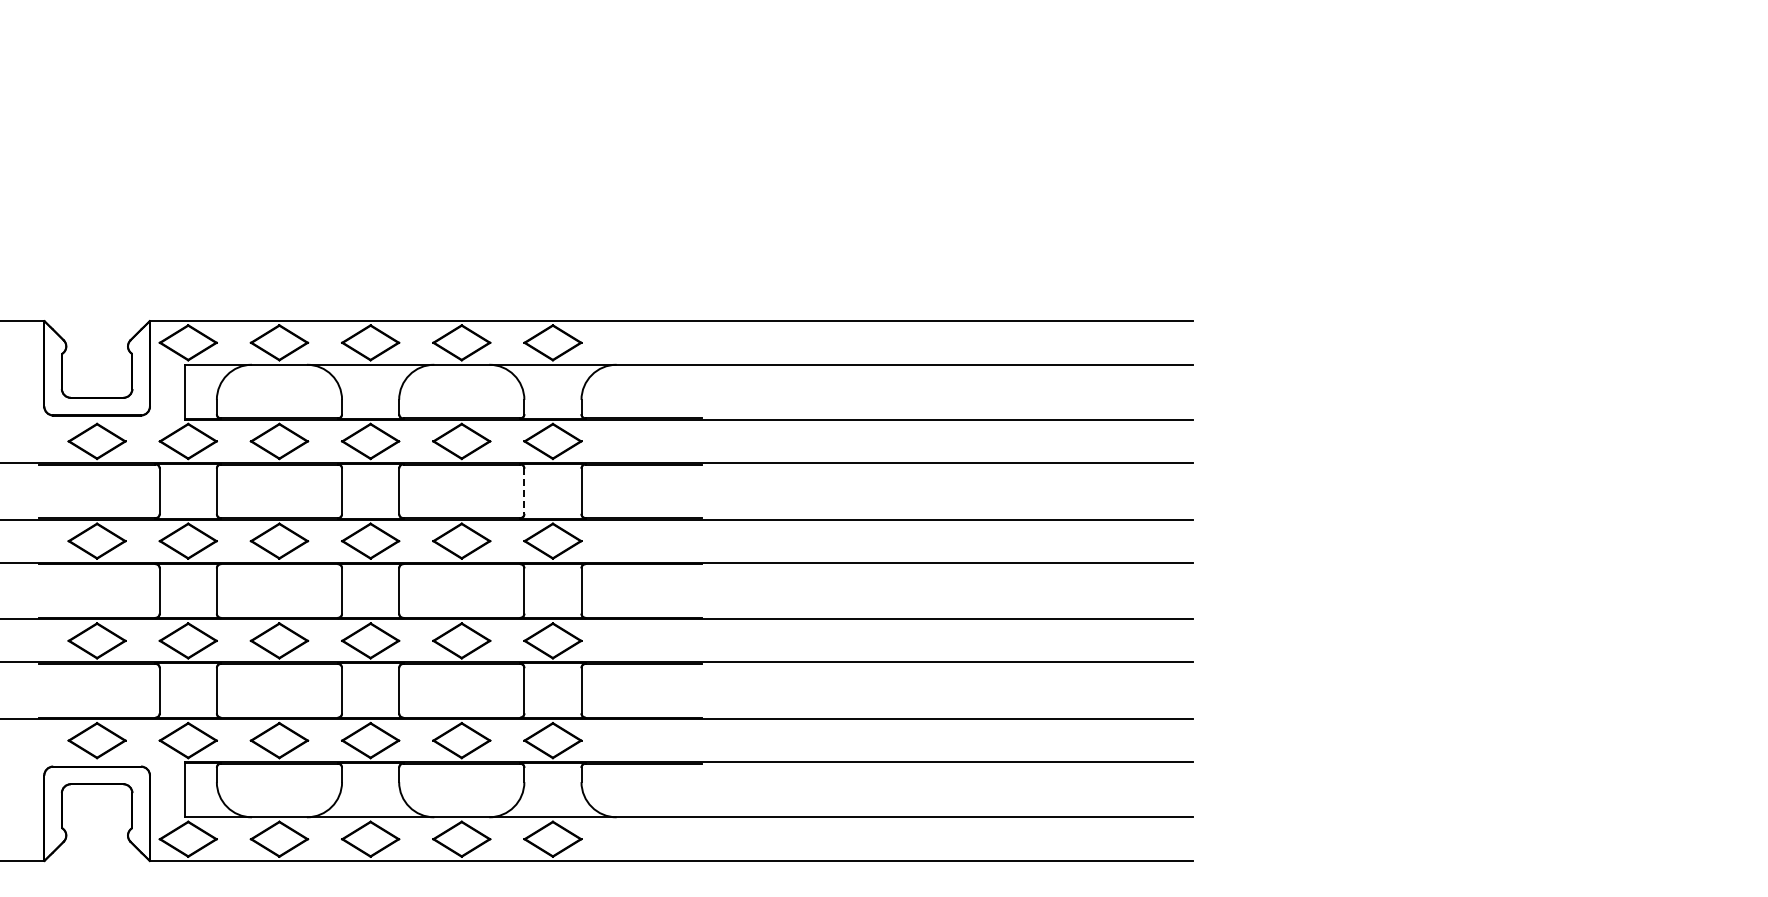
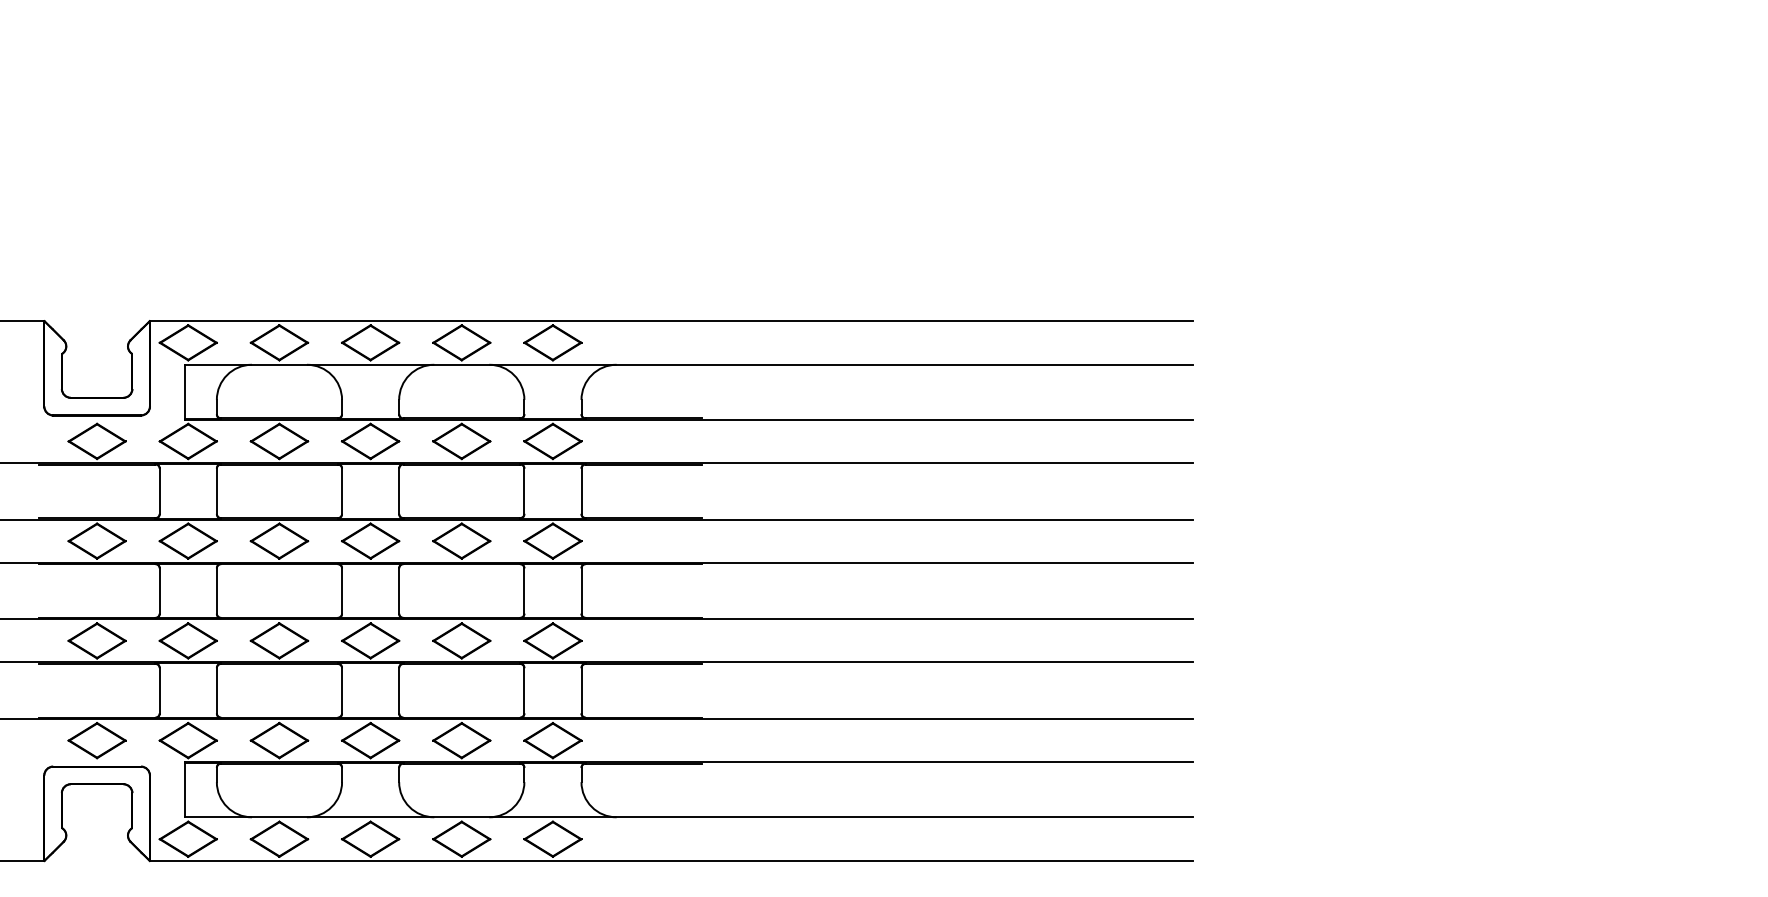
line at (524, 491): dashed -> solid
